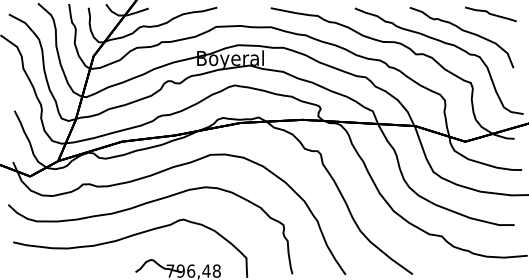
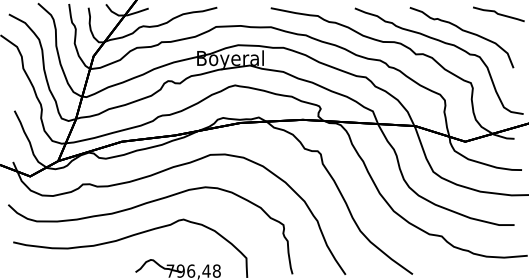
part at (490, 14) position: (490, 14) -> (498, 14)
